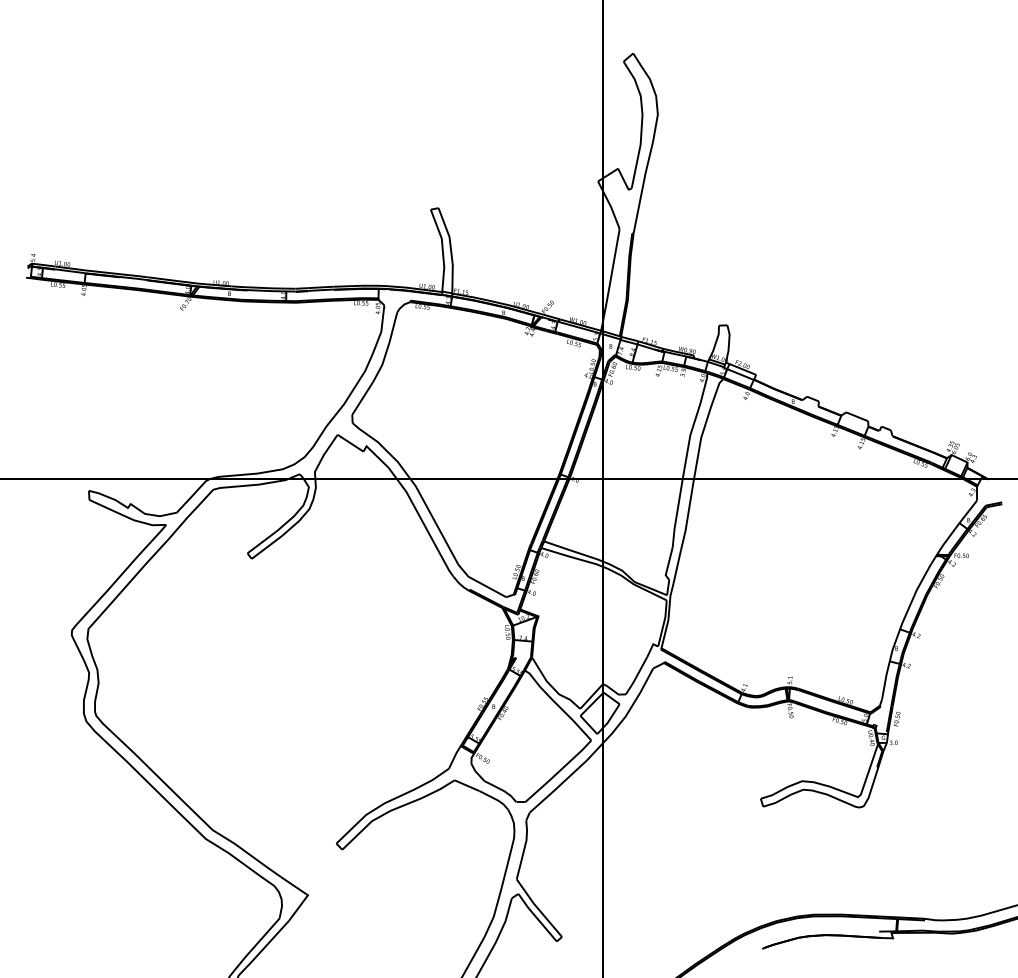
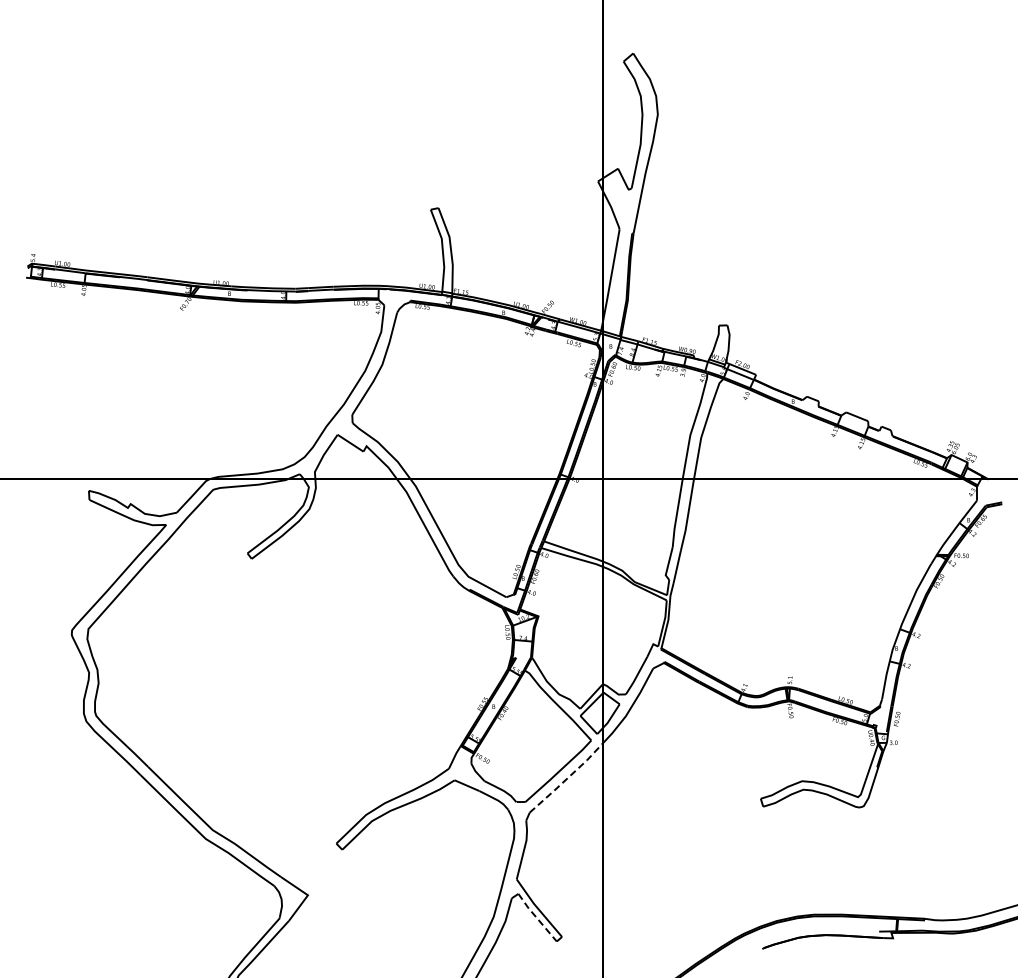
line at (567, 778): solid -> dashed
line at (536, 917): solid -> dashed
